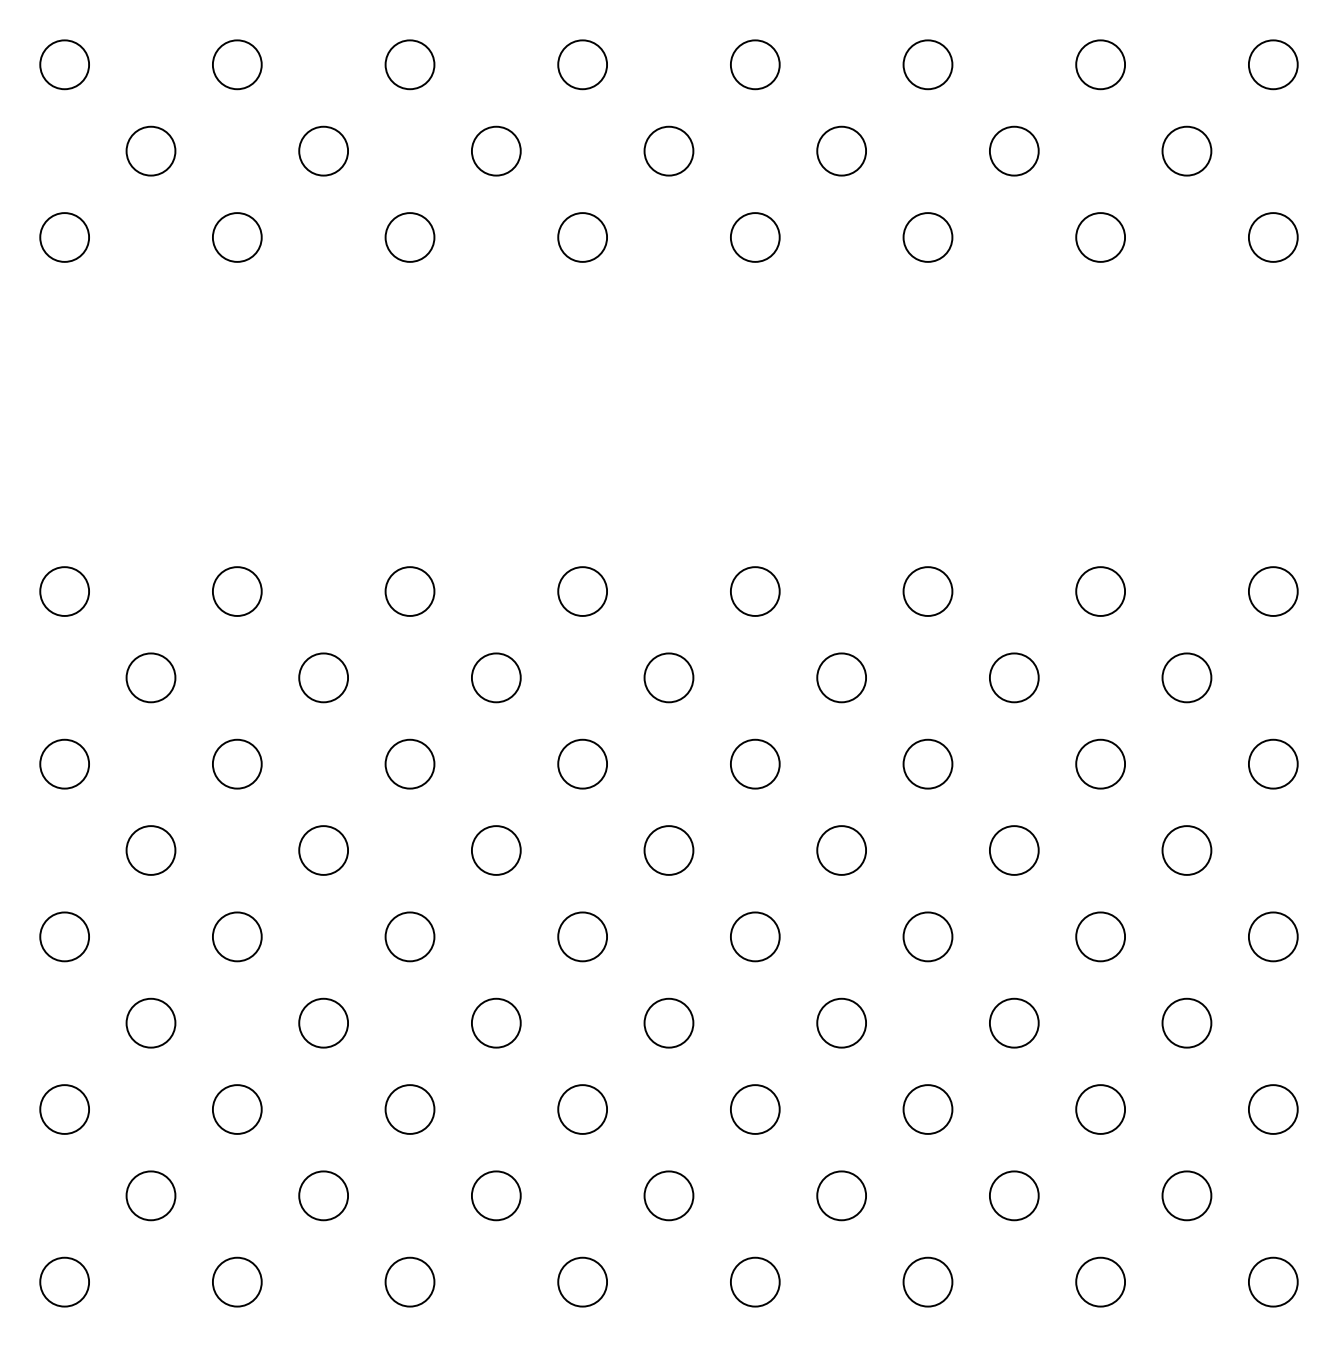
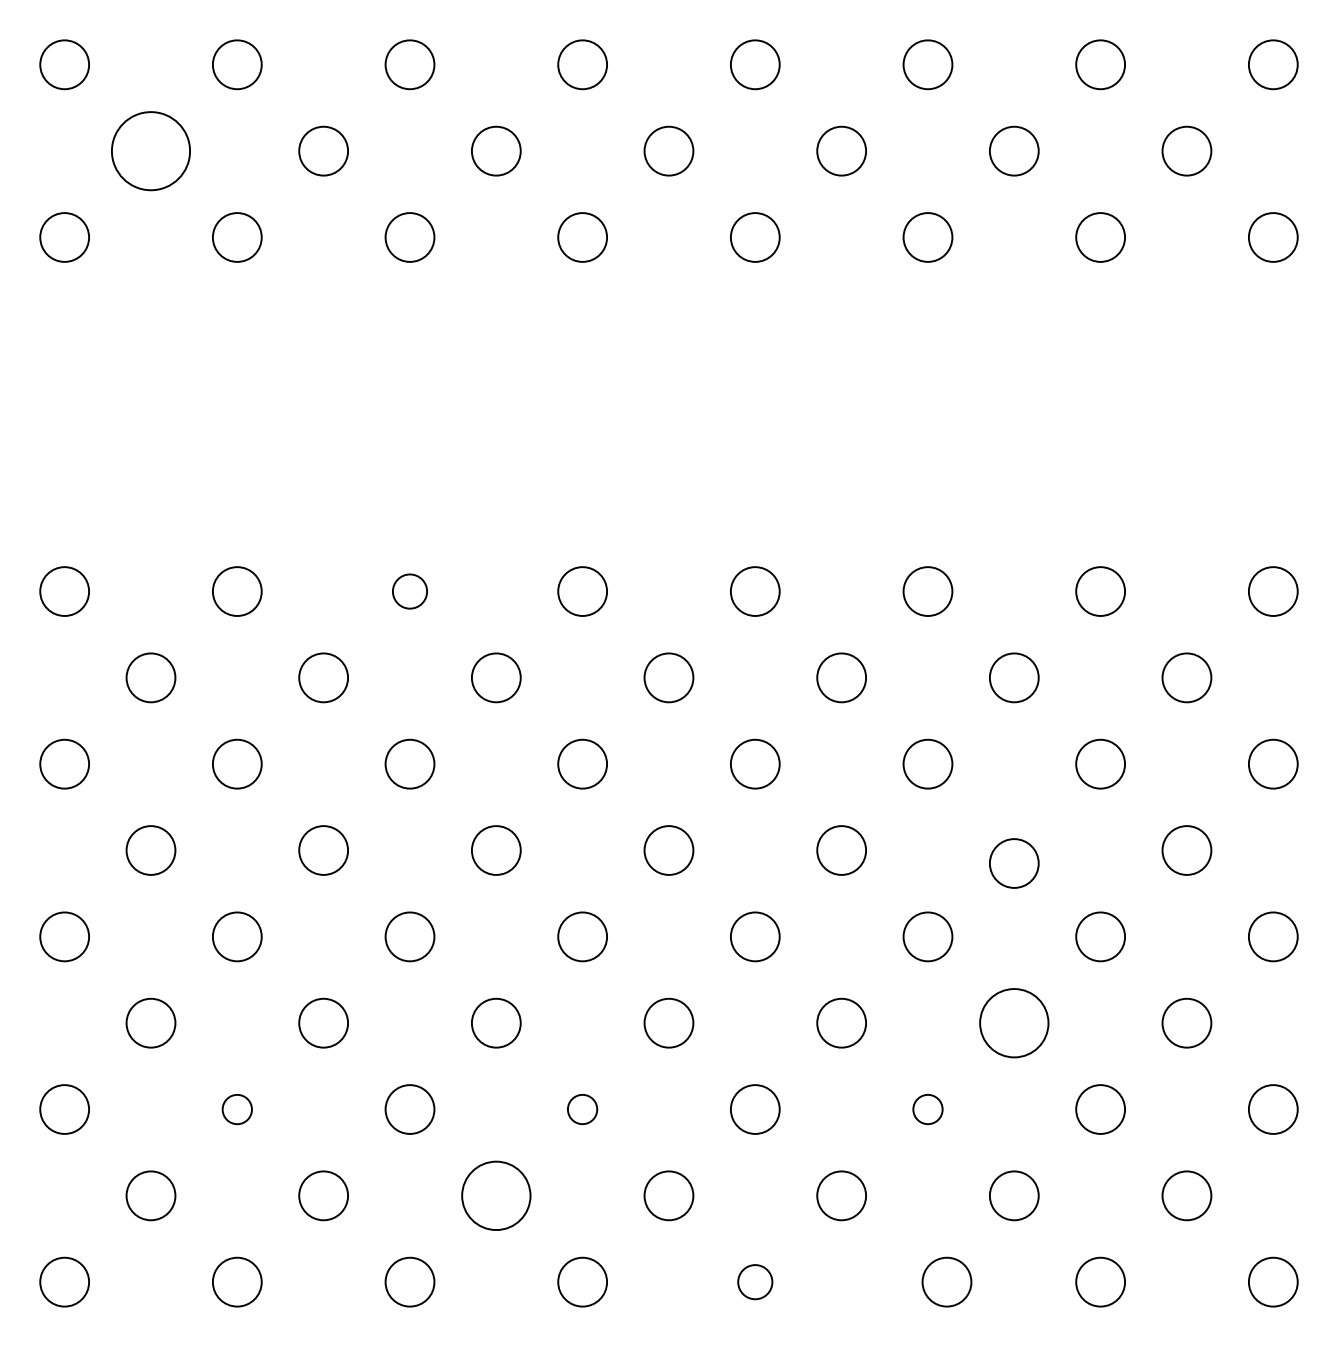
circle at (150, 150) diameter: 49 px -> 78 px
circle at (409, 591) diameter: 49 px -> 34 px
circle at (1014, 850) position: (1014, 850) -> (1014, 863)
circle at (1013, 1022) diameter: 49 px -> 68 px
circle at (236, 1109) diameter: 49 px -> 29 px
circle at (582, 1109) size: 51x51 px -> 32x32 px
circle at (927, 1109) size: 52x51 px -> 32x31 px
circle at (495, 1195) diameter: 49 px -> 68 px
circle at (754, 1281) diameter: 49 px -> 34 px
circle at (927, 1281) position: (927, 1281) -> (946, 1281)
